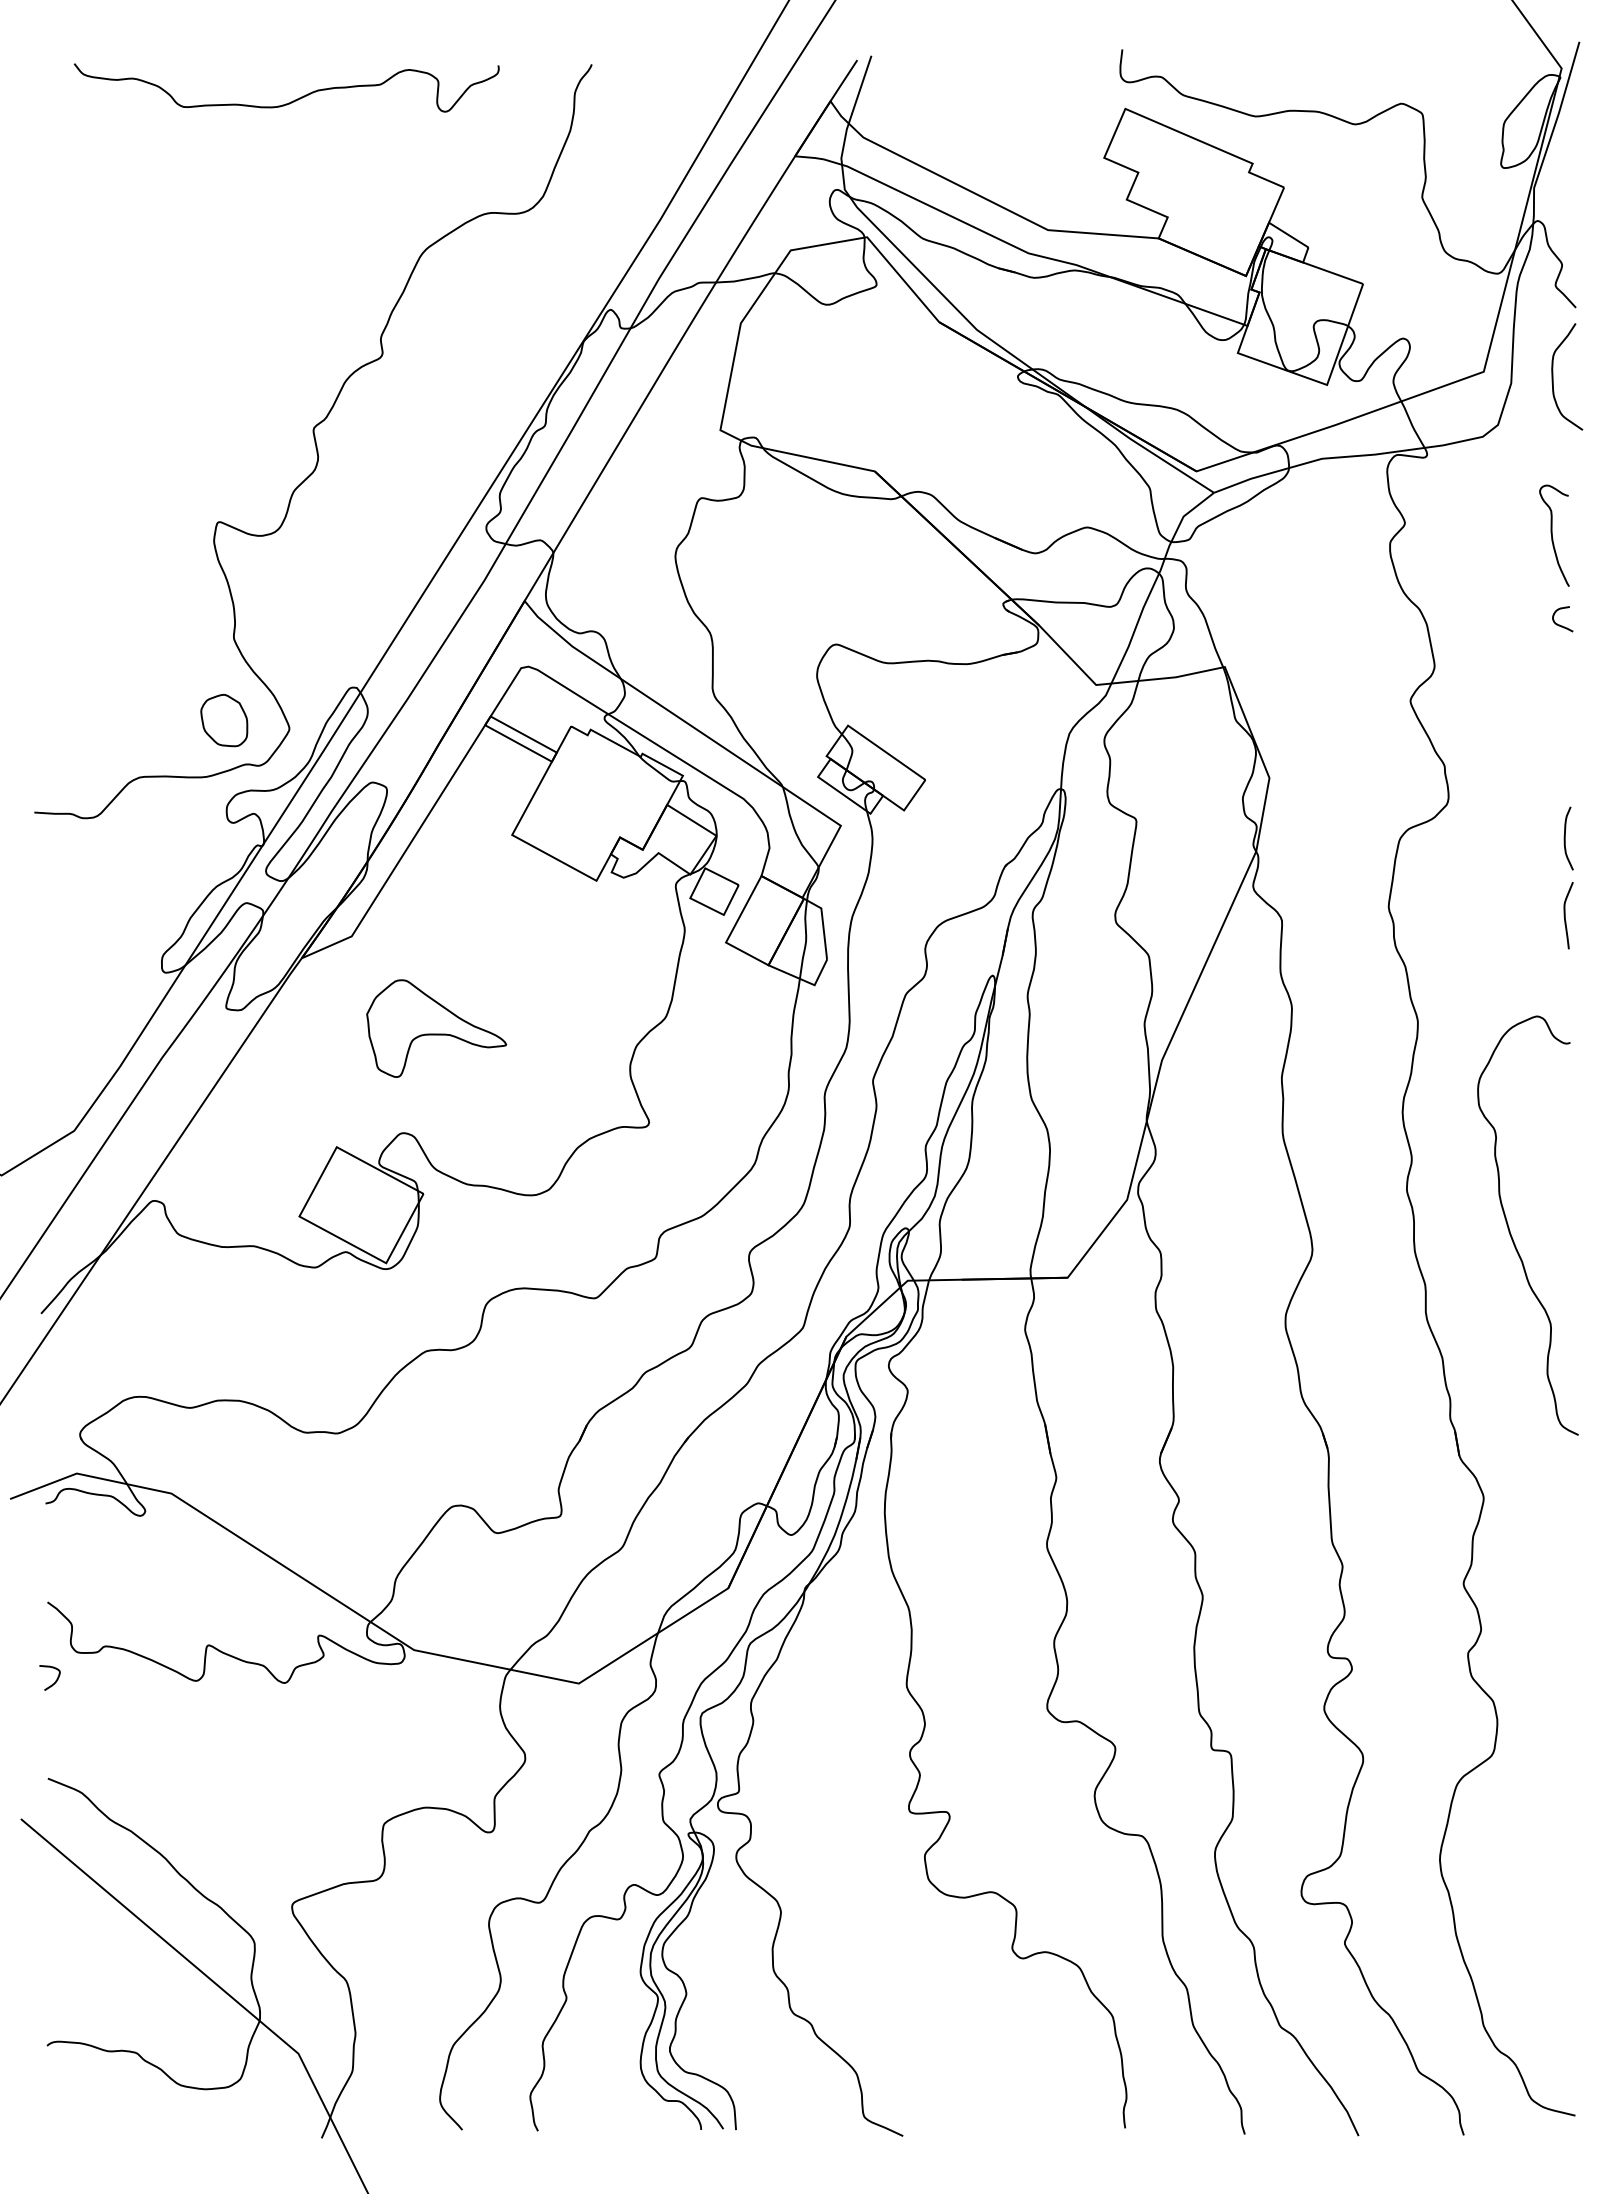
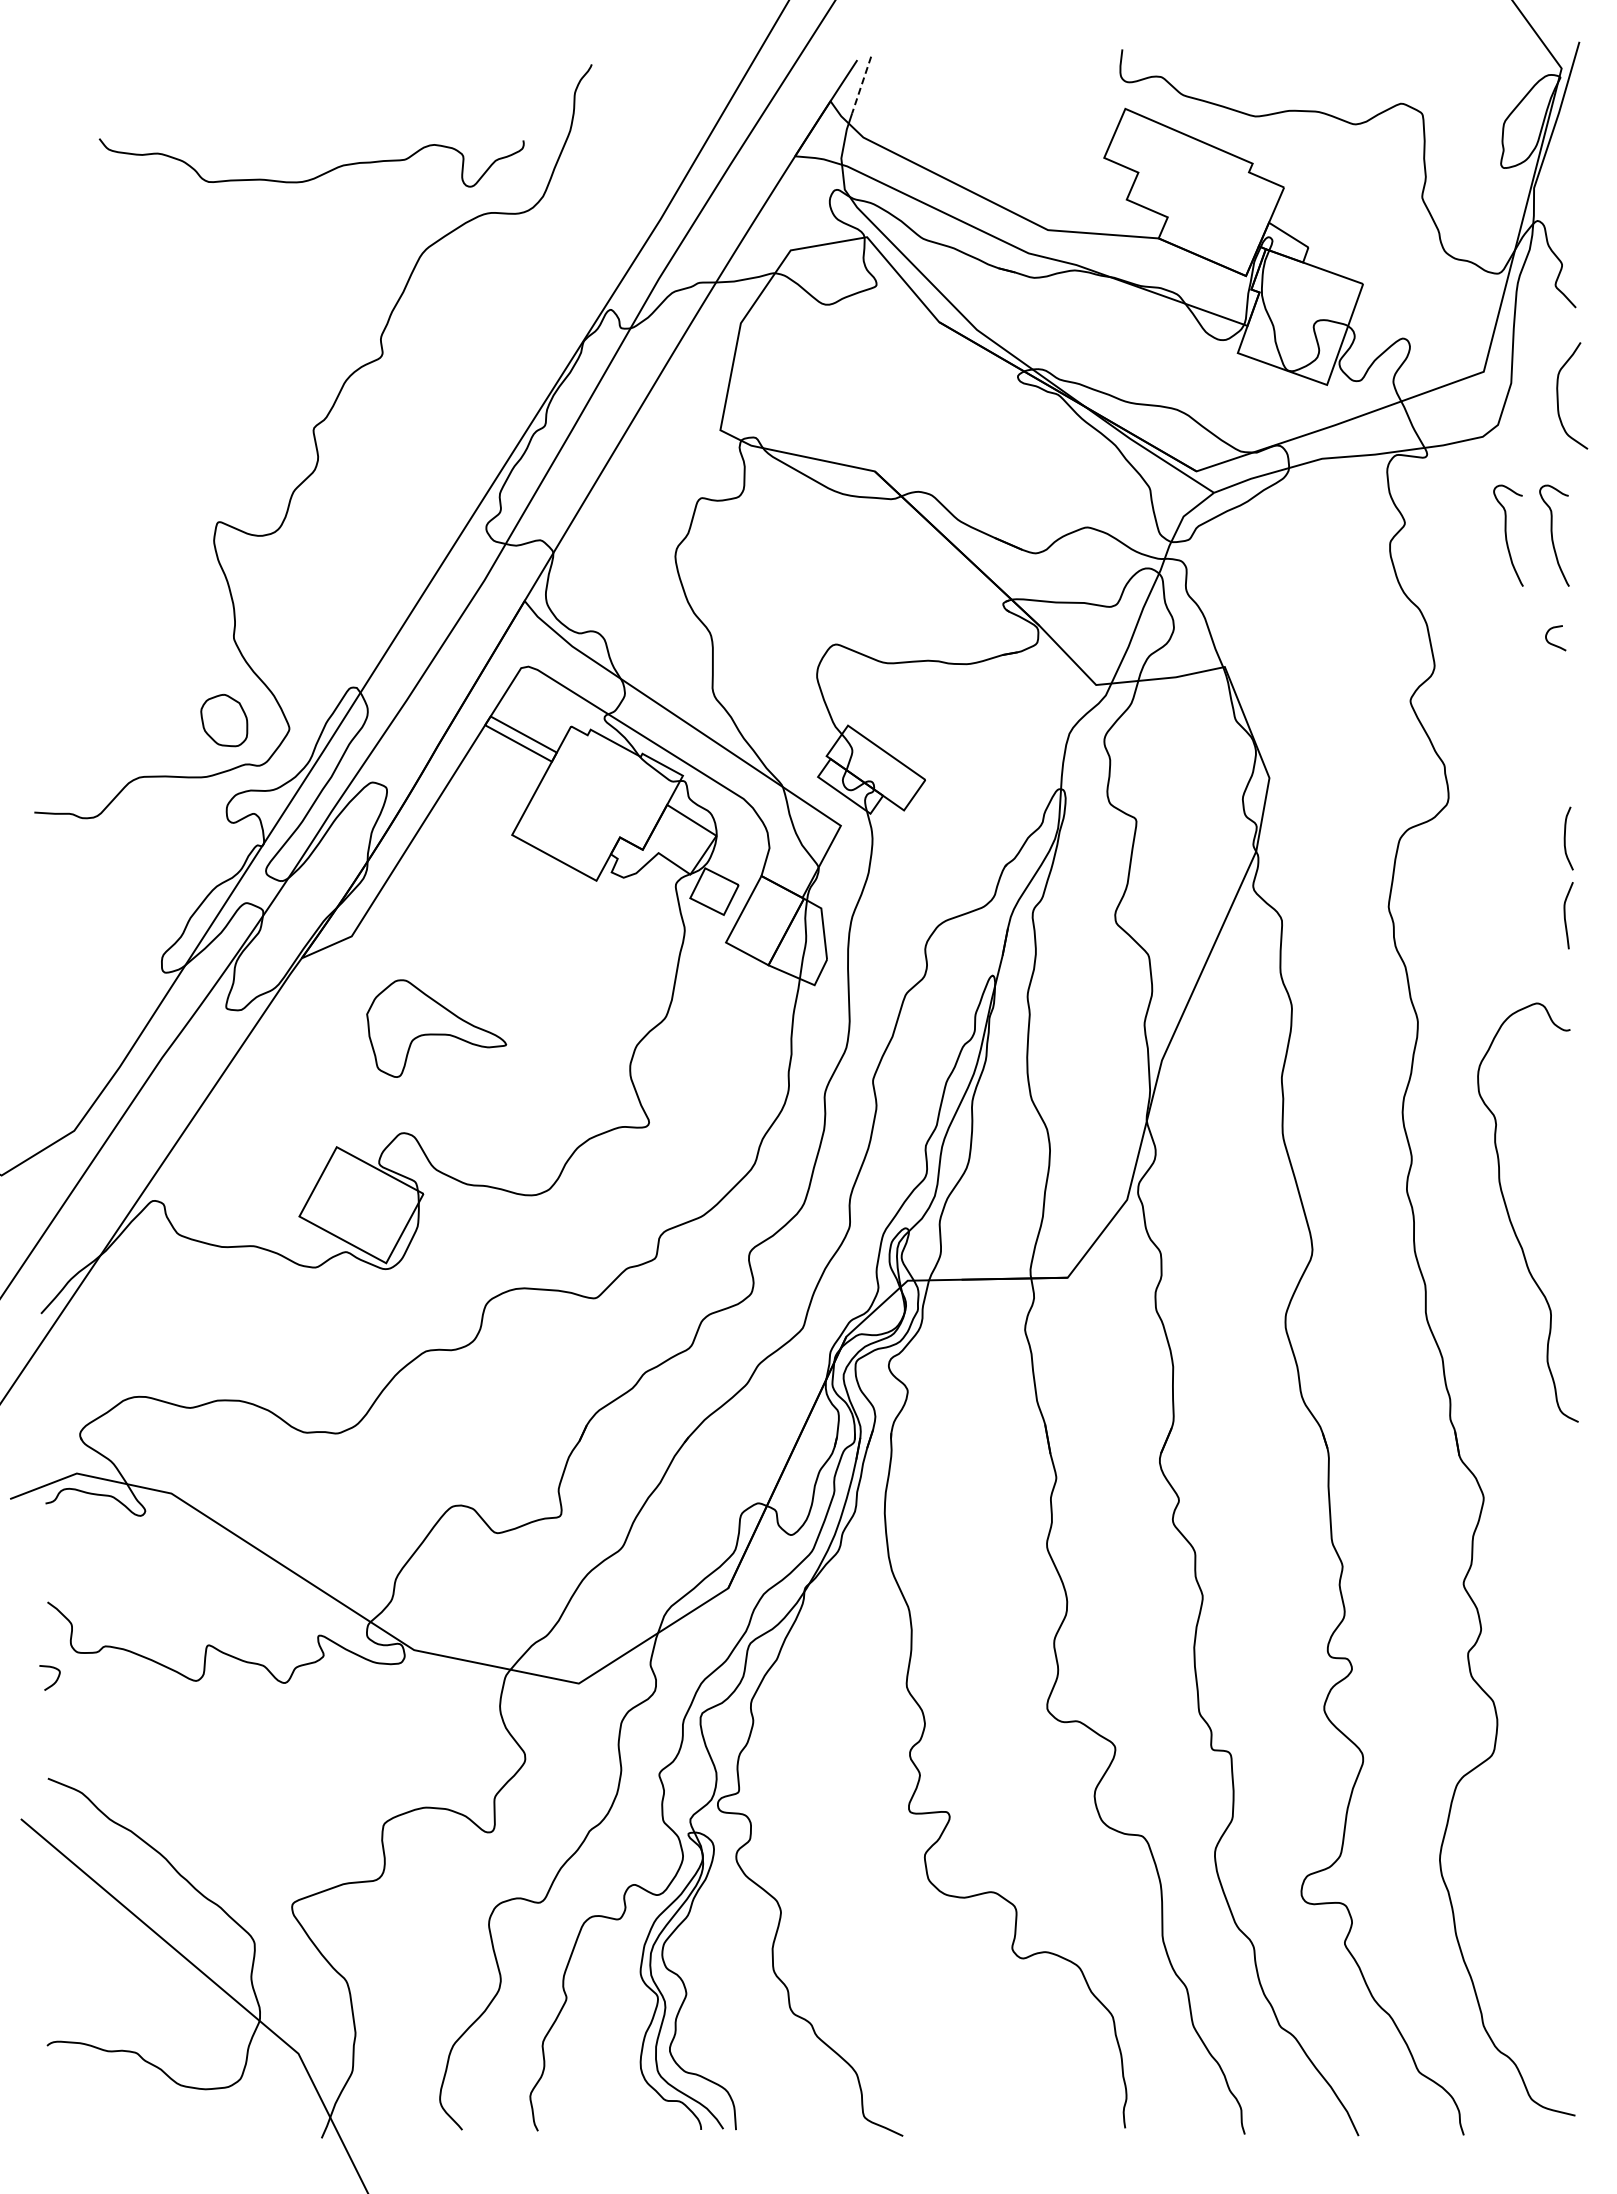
line at (861, 85): solid -> dashed
curve at (293, 100) position: (293, 100) -> (318, 175)
curve at (1553, 376) position: (1553, 376) -> (1558, 395)
curve at (1506, 535): none -> present
curve at (1559, 624) position: (1559, 624) -> (1552, 643)
curve at (1510, 1230) position: (1510, 1230) -> (1510, 1217)
